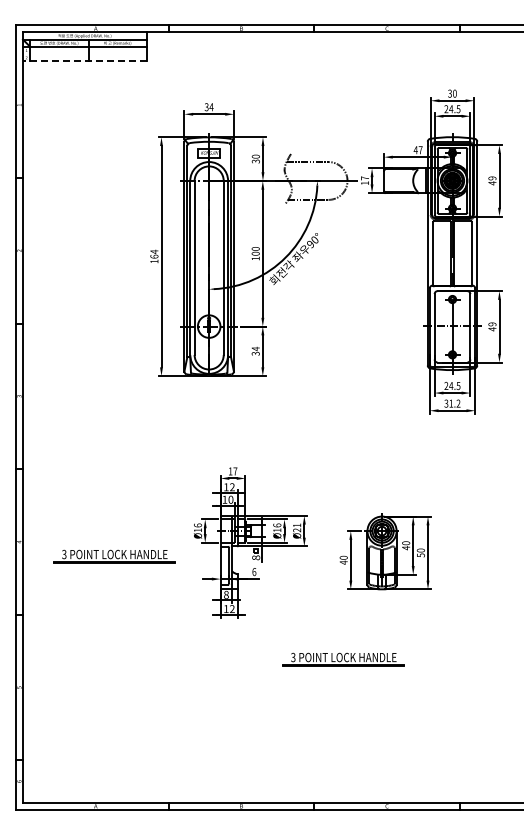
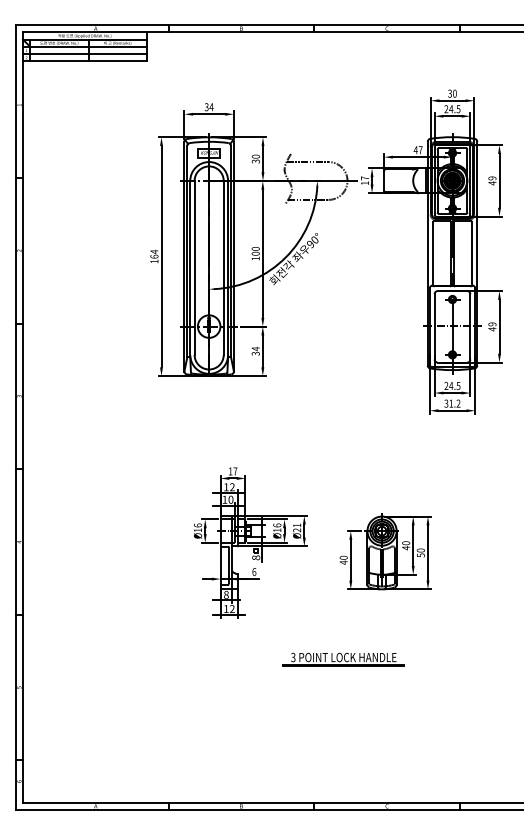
line at (84, 54): none -> present
line at (84, 61): dashed -> solid
part at (114, 556): present -> none
